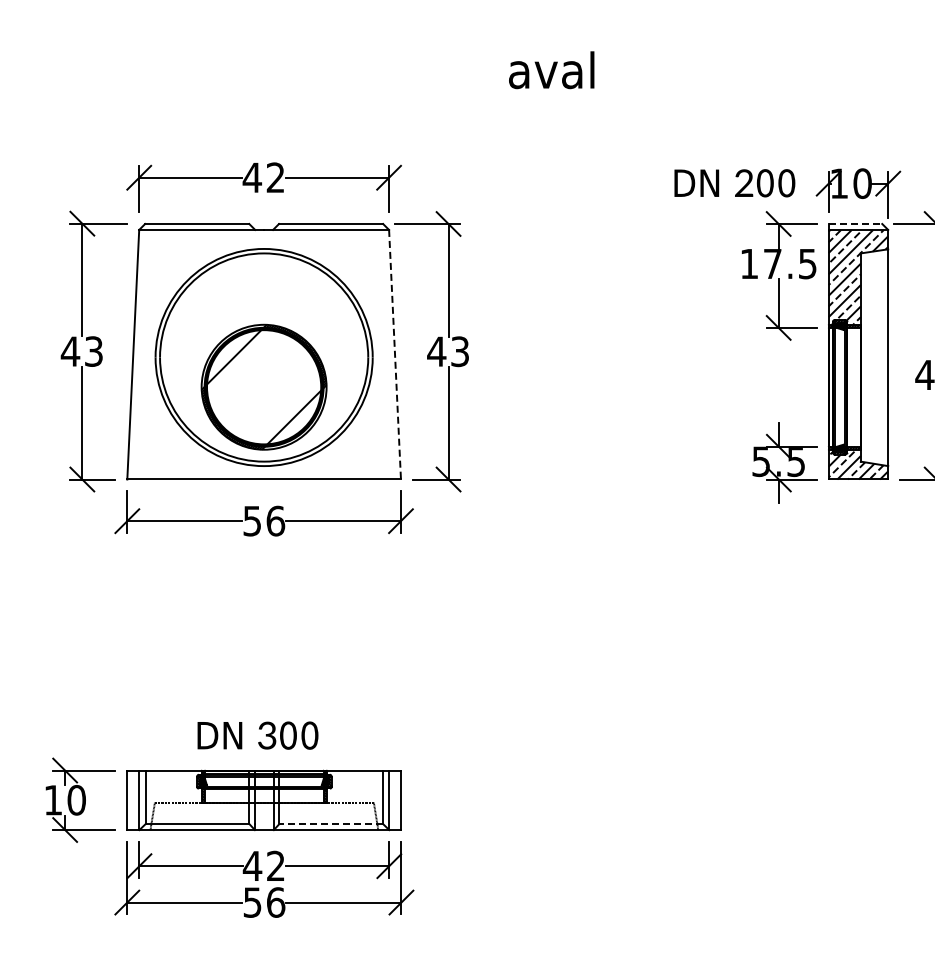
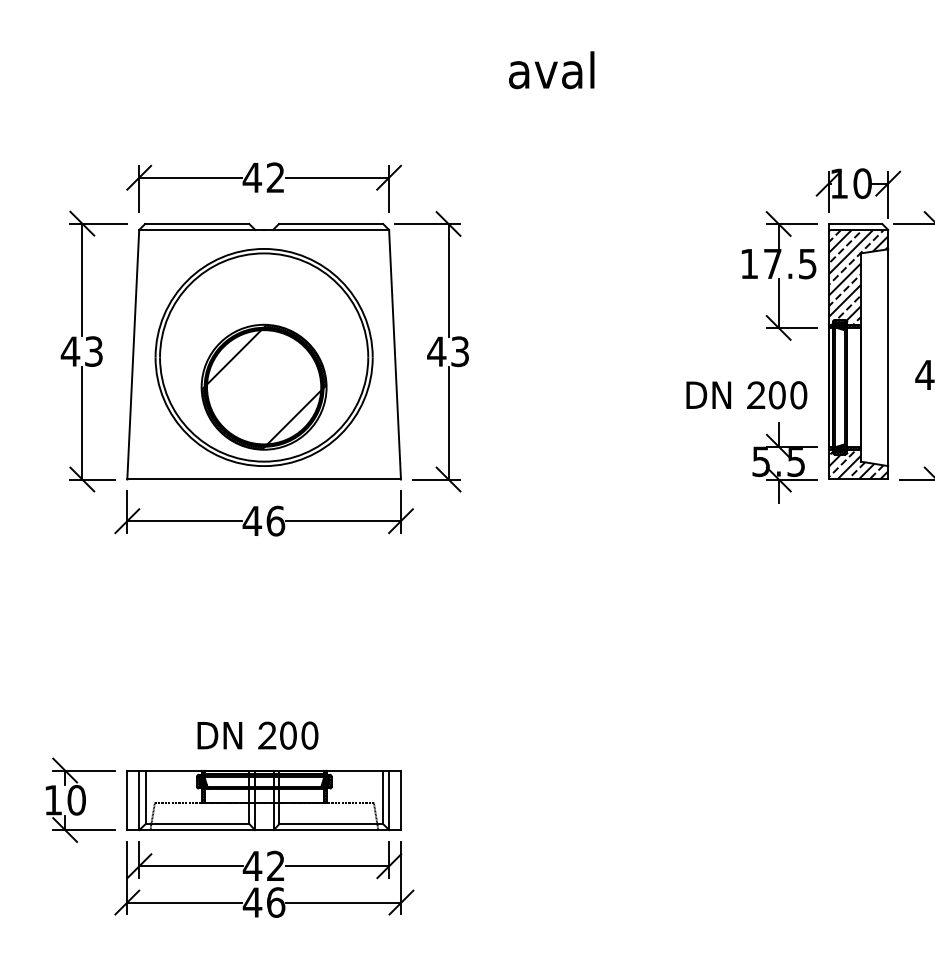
text at (734, 183) position: (734, 183) -> (746, 395)
line at (855, 224): dashed -> solid
line at (395, 354): dashed -> solid
text at (252, 521): 56 -> 46
text at (267, 737): 3 -> 2
line at (331, 824): dashed -> solid
text at (252, 902): 56 -> 46
